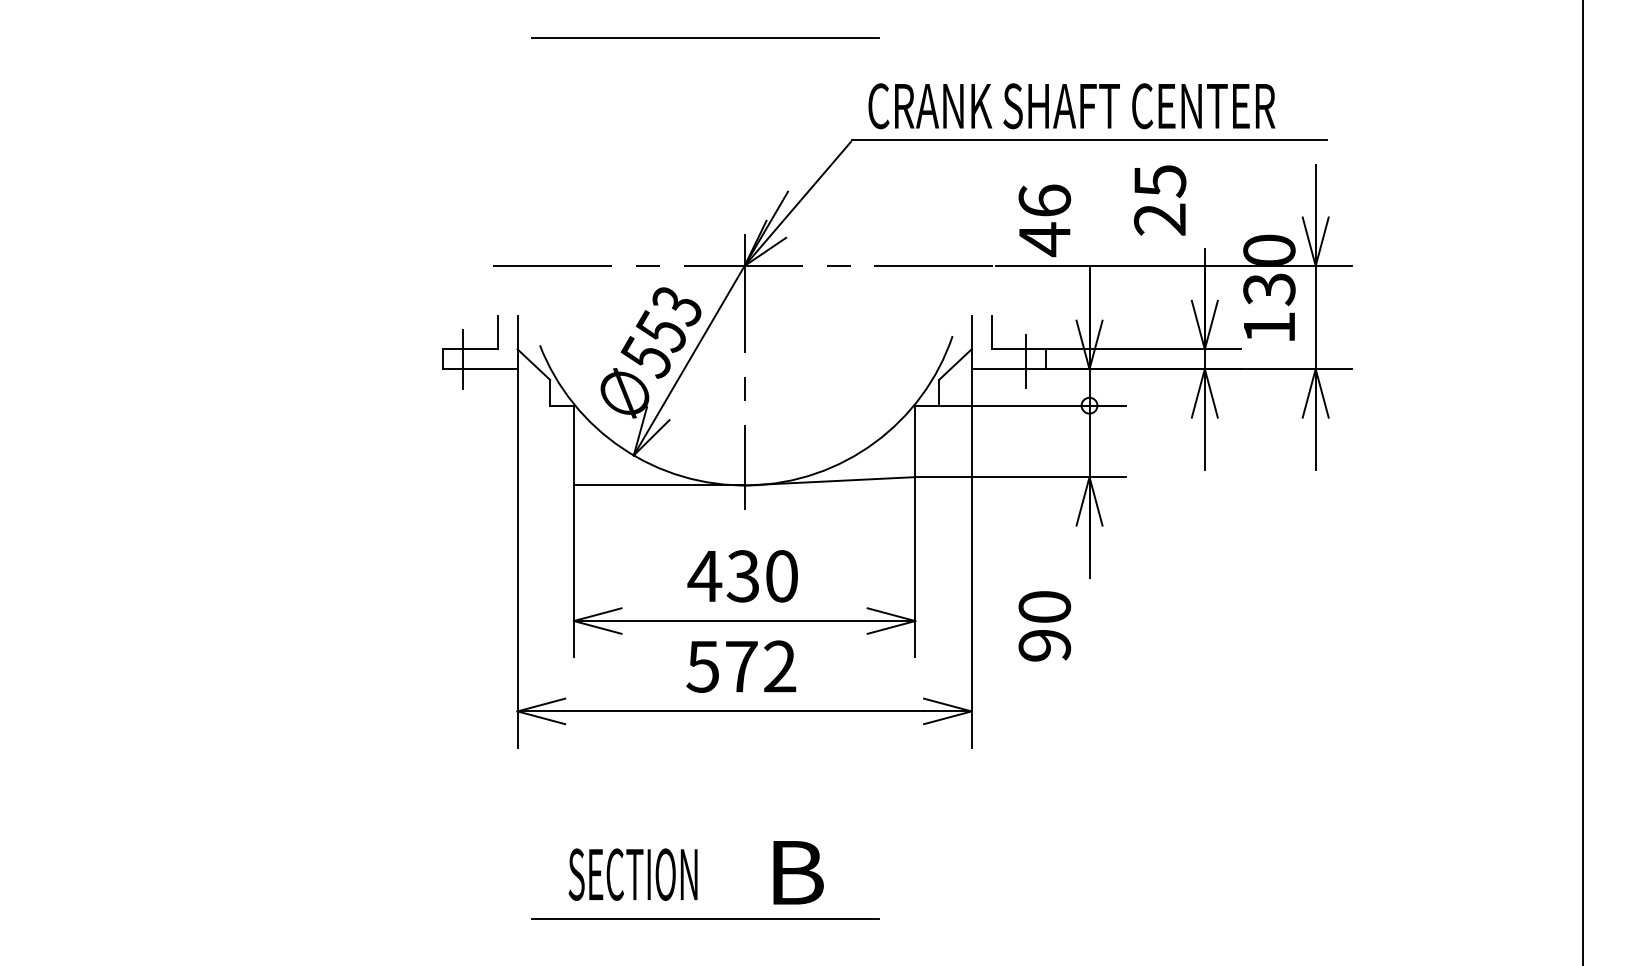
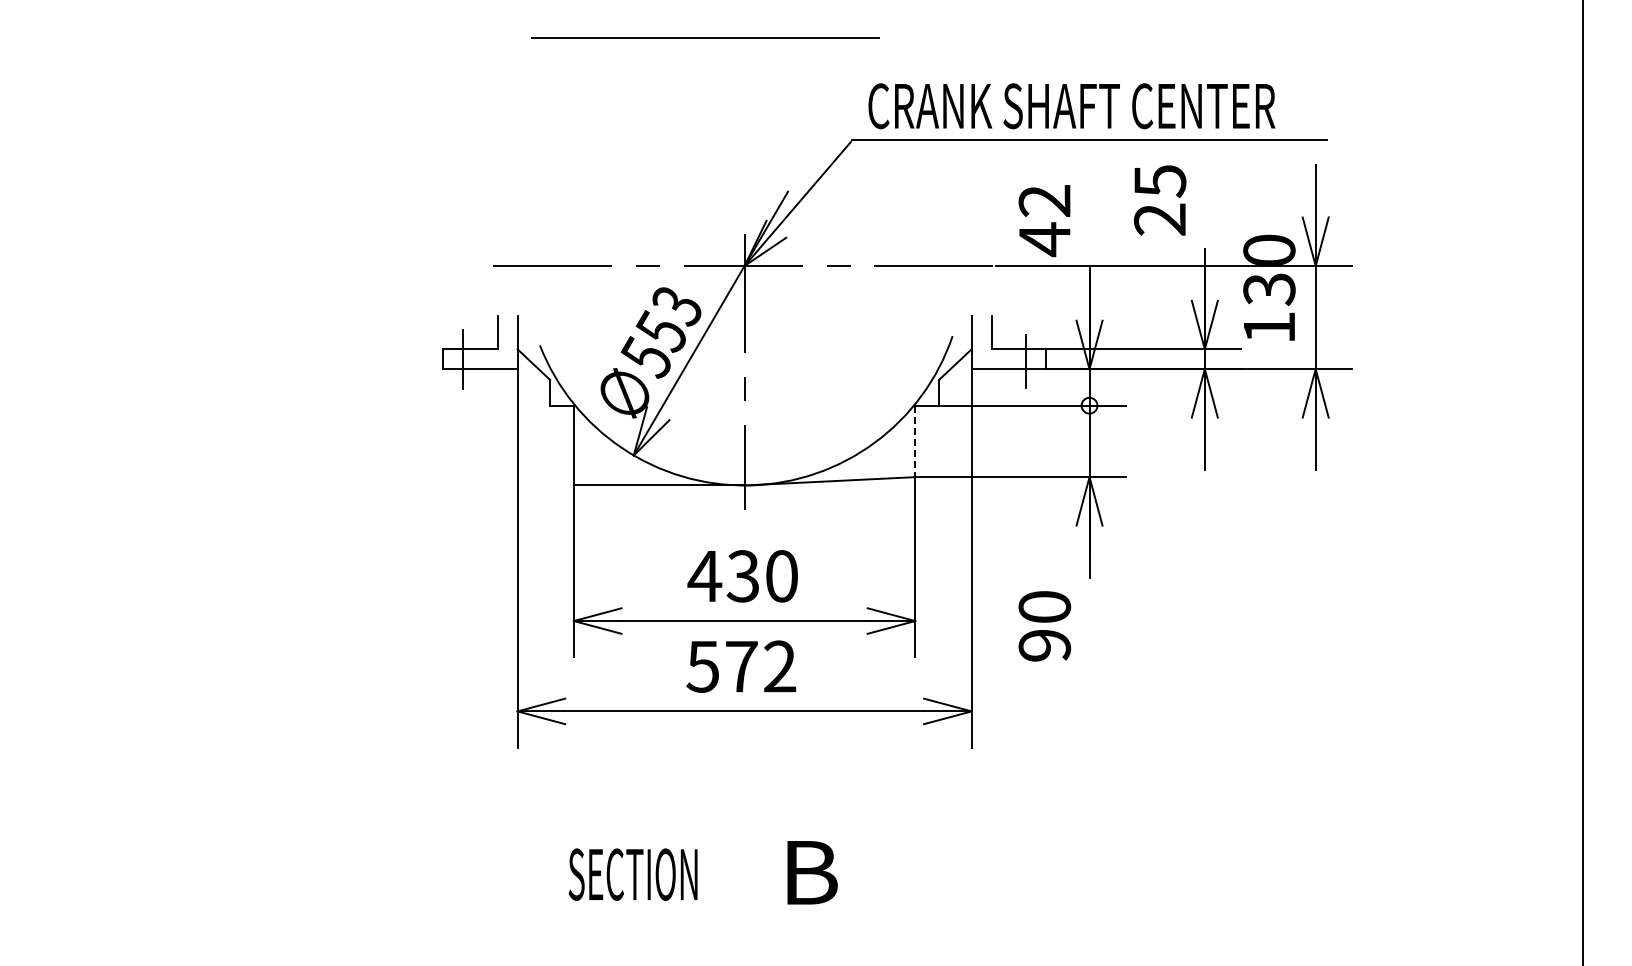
text at (1044, 200): 46 -> 42
line at (915, 442): solid -> dashed
text at (798, 872) position: (798, 872) -> (812, 872)
line at (705, 918): present -> none
